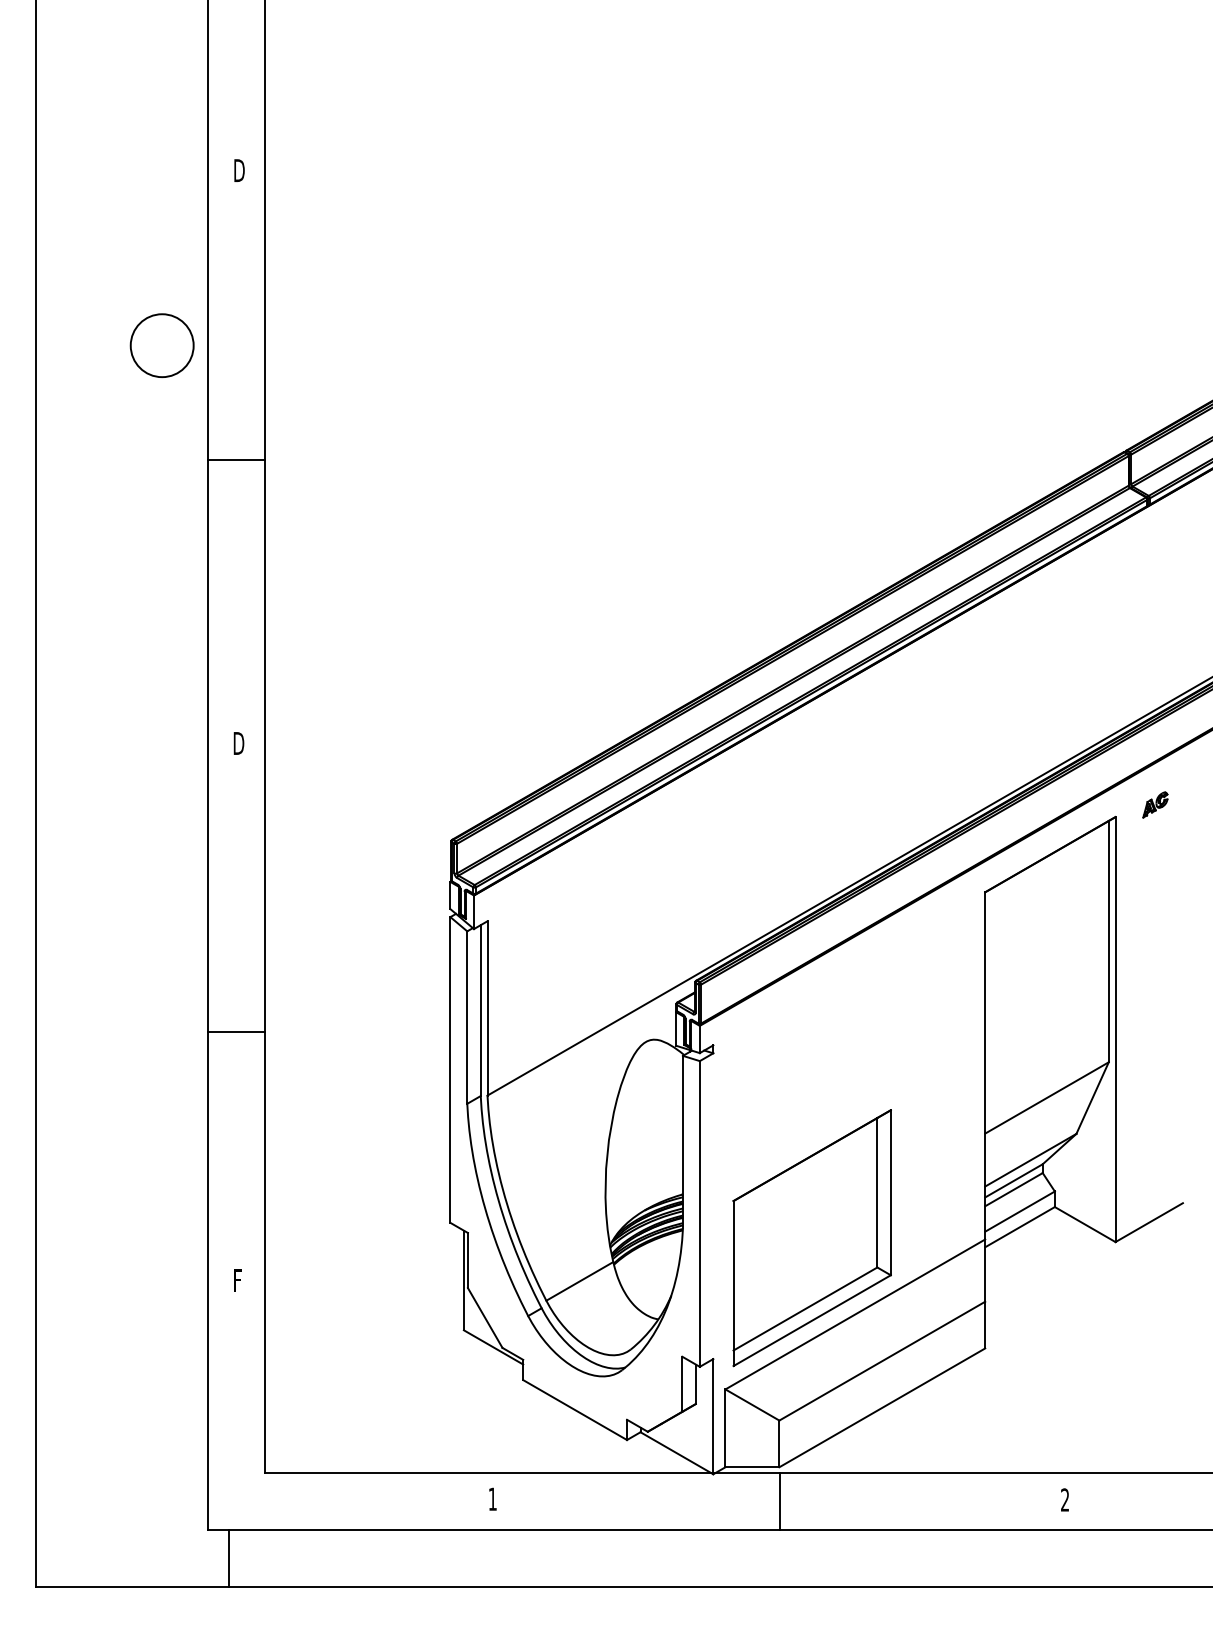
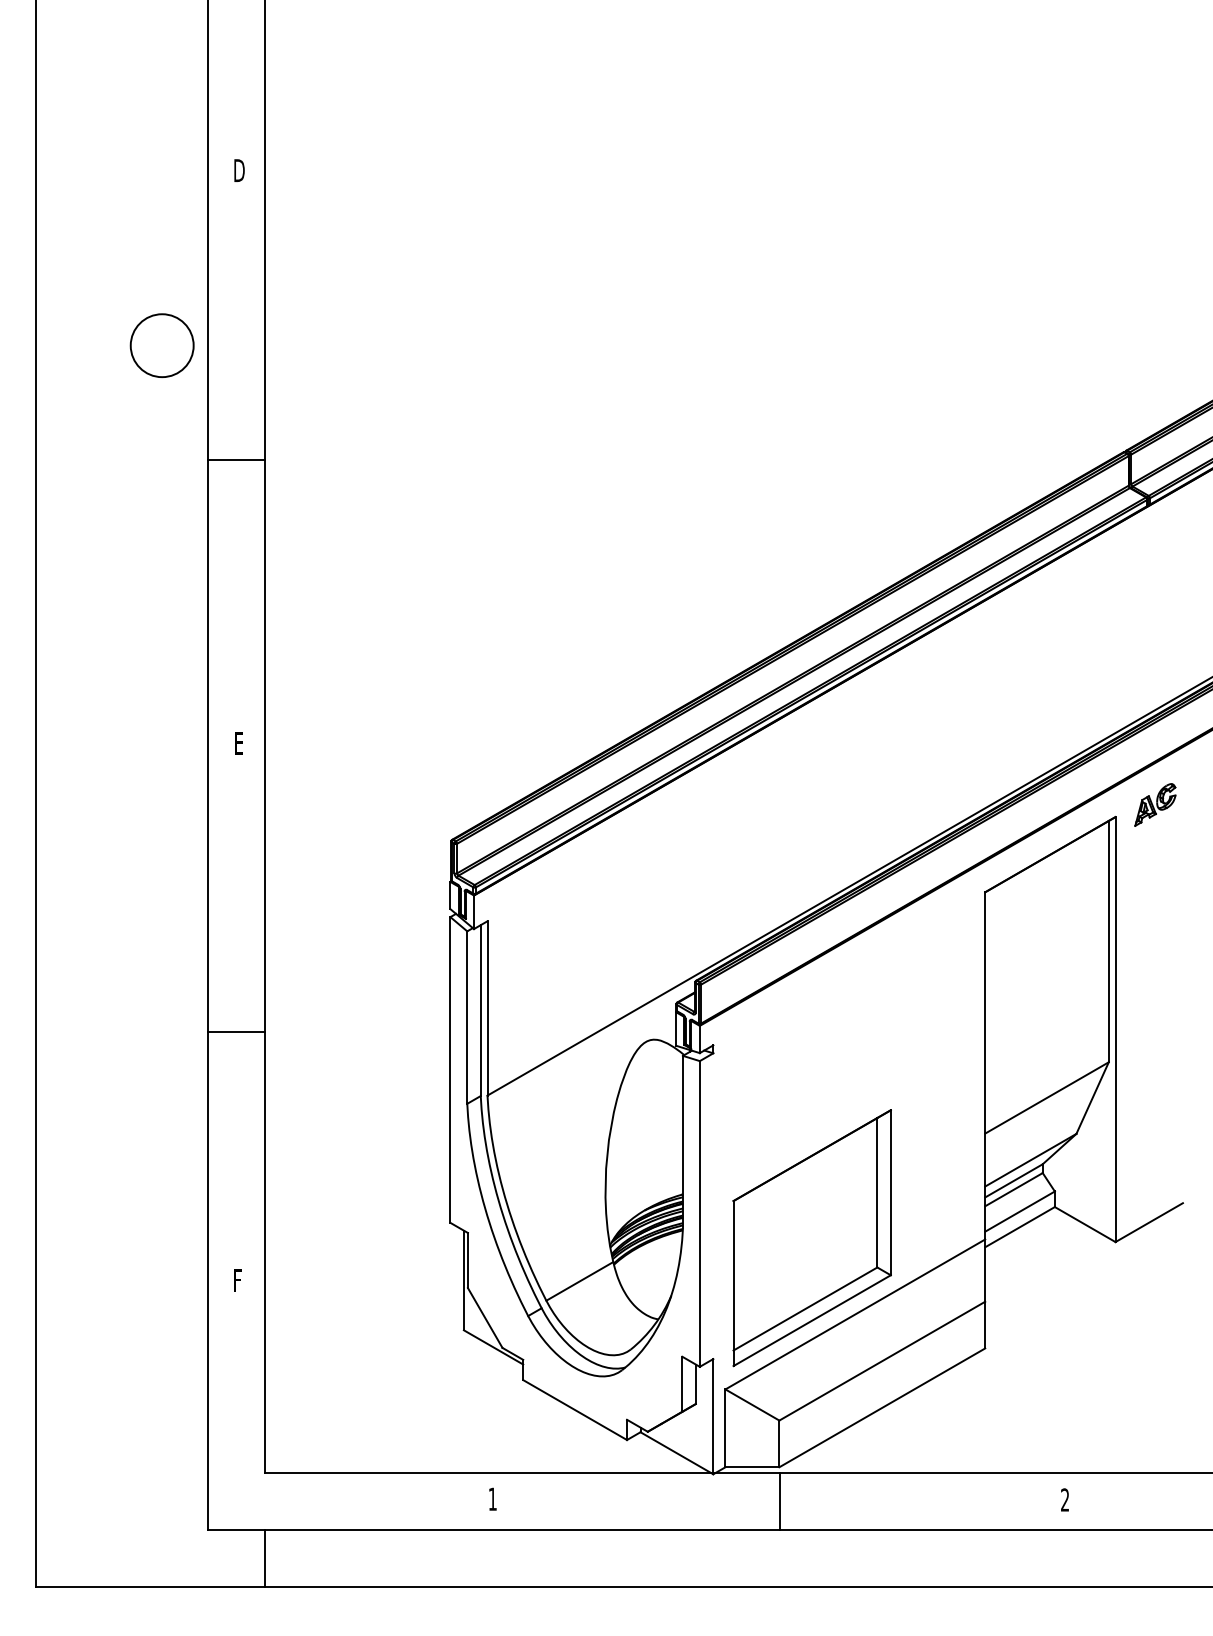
text at (238, 743): D -> E
part at (1155, 804) size: 27x28 px -> 43x44 px
line at (229, 1557) position: (229, 1557) -> (265, 1557)
